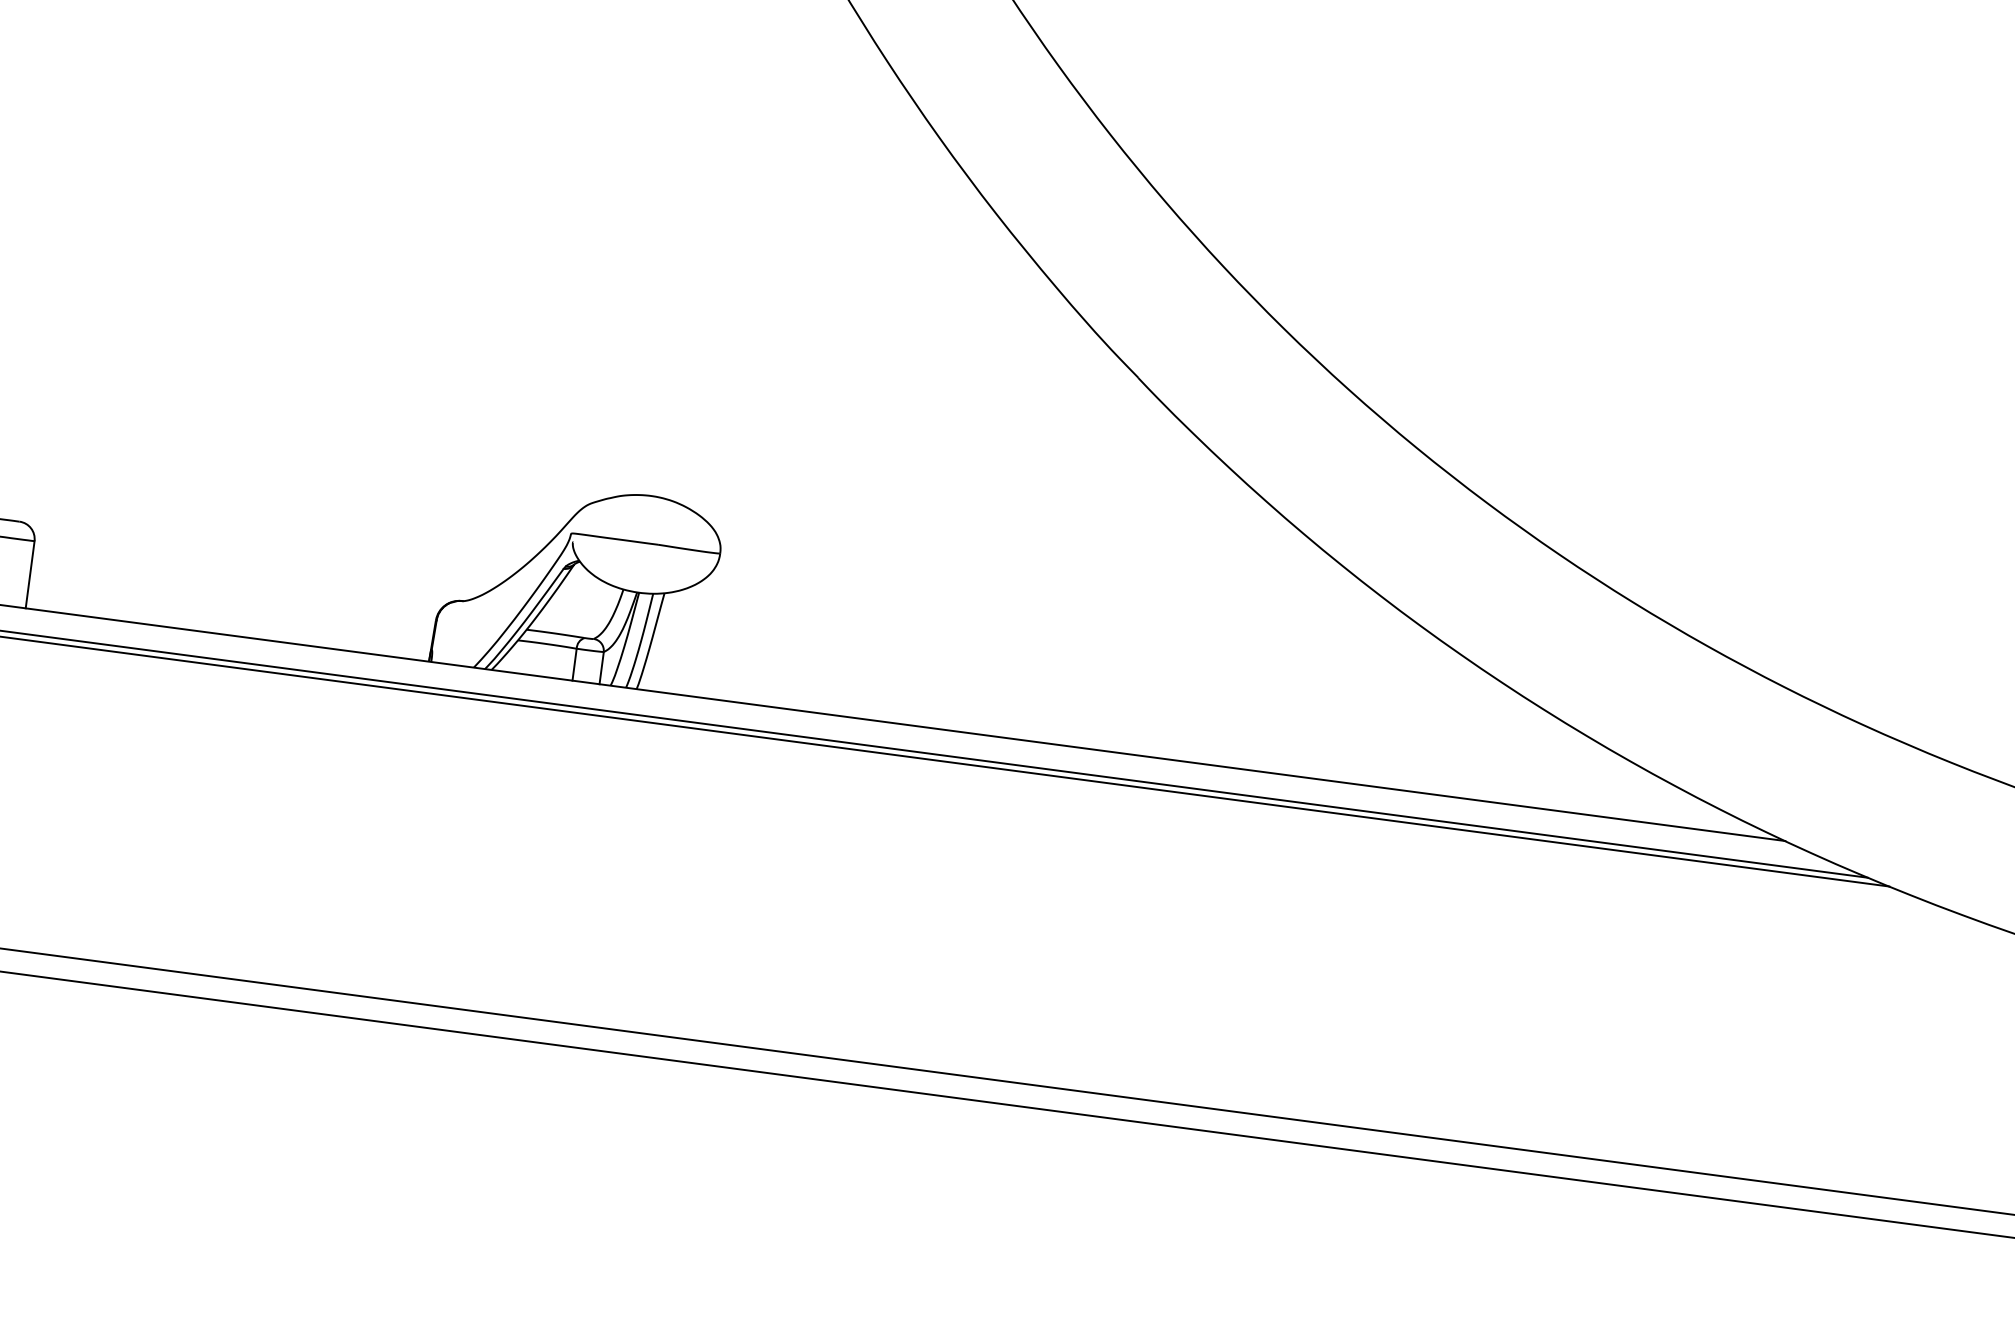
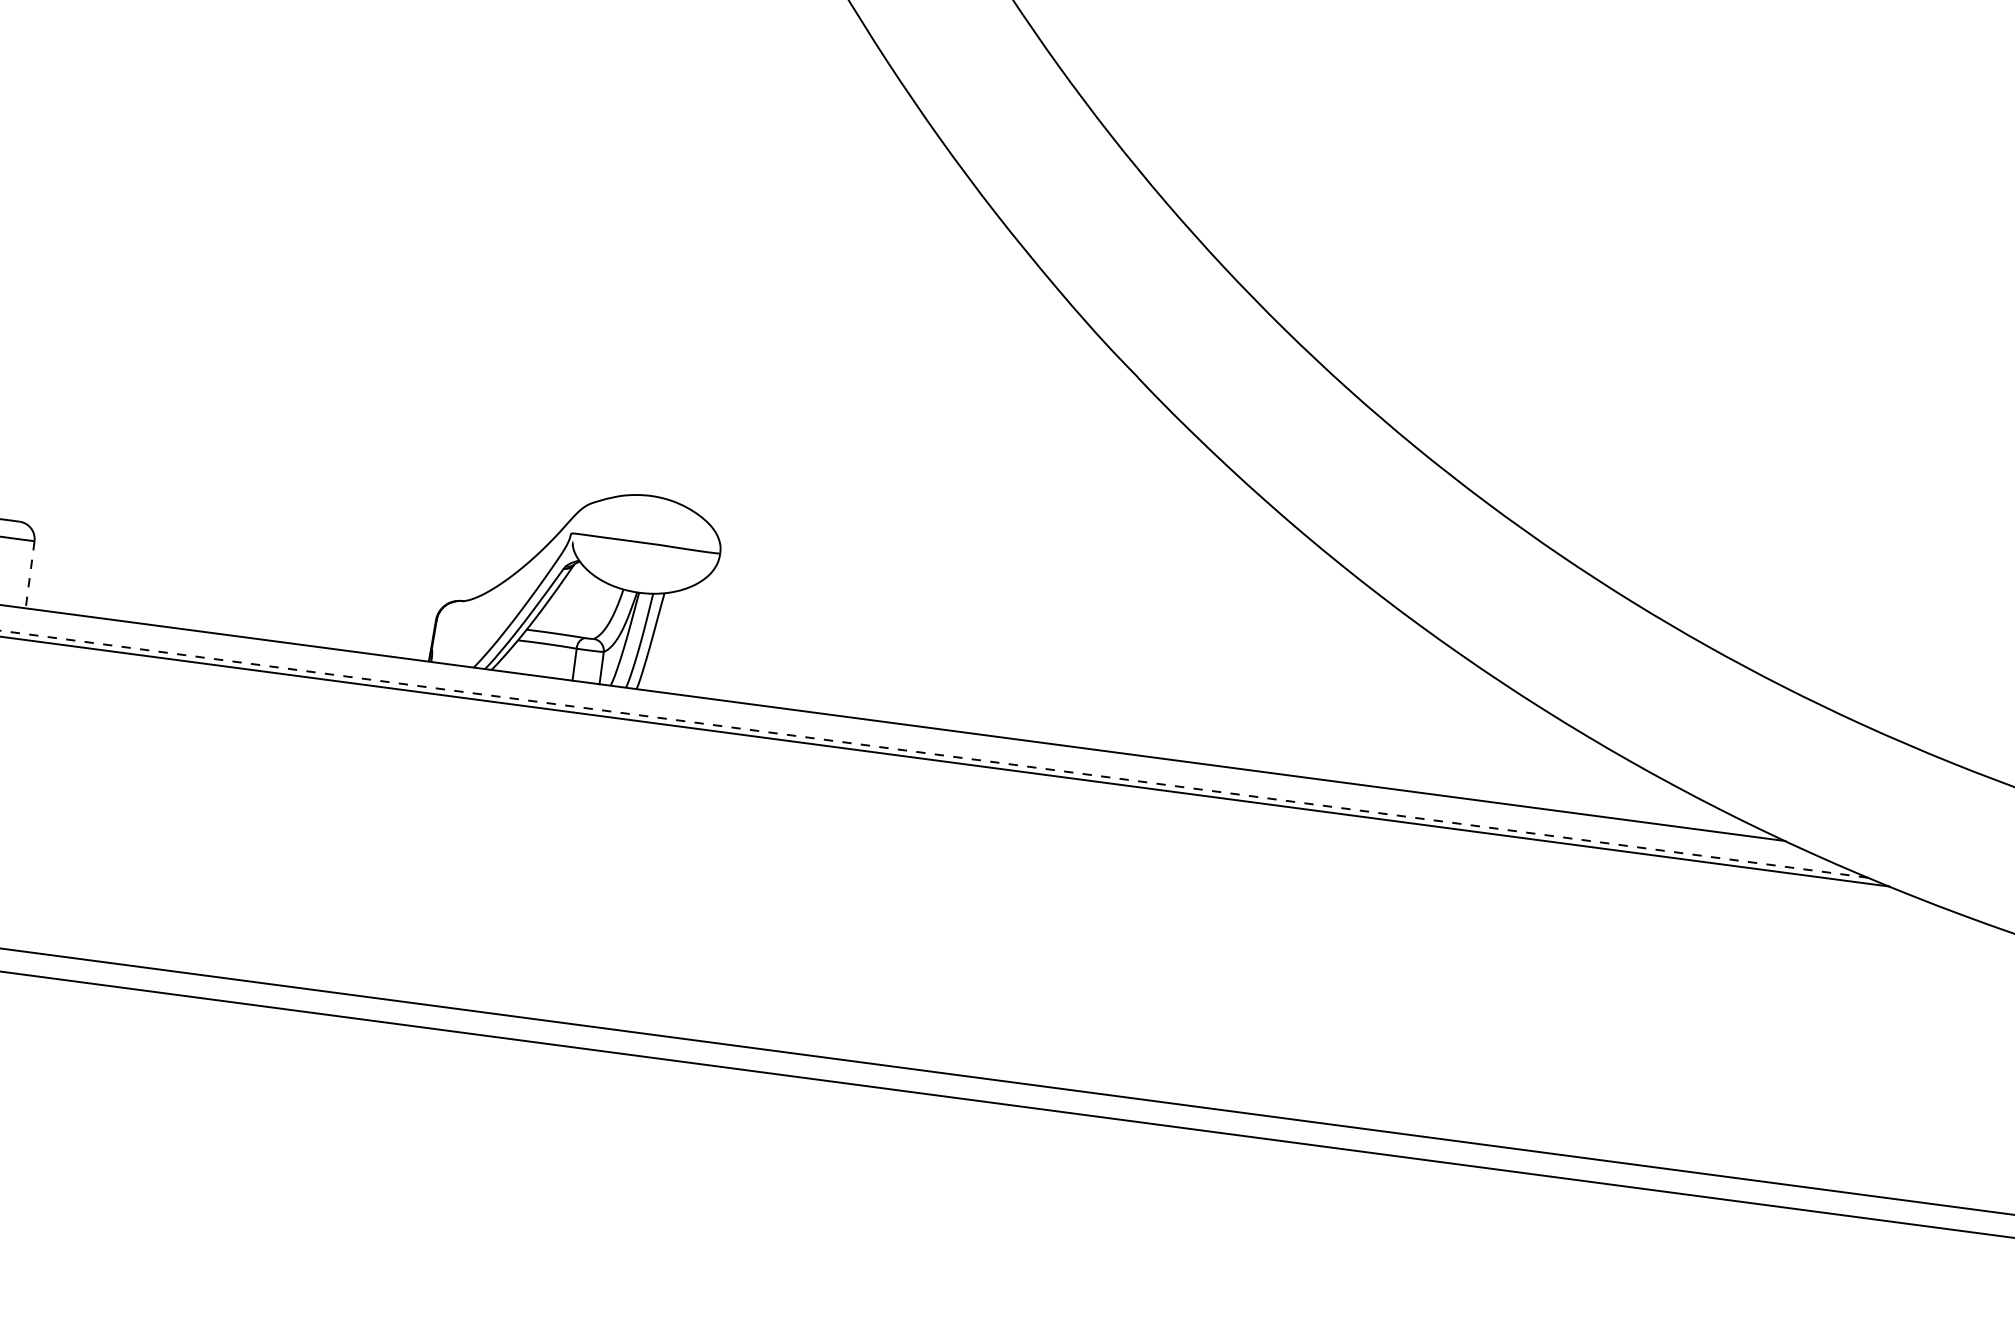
line at (30, 574): solid -> dashed
line at (934, 754): solid -> dashed
